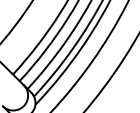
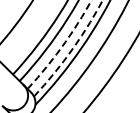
arc at (62, 46): solid -> dashed
arc at (72, 49): solid -> dashed
